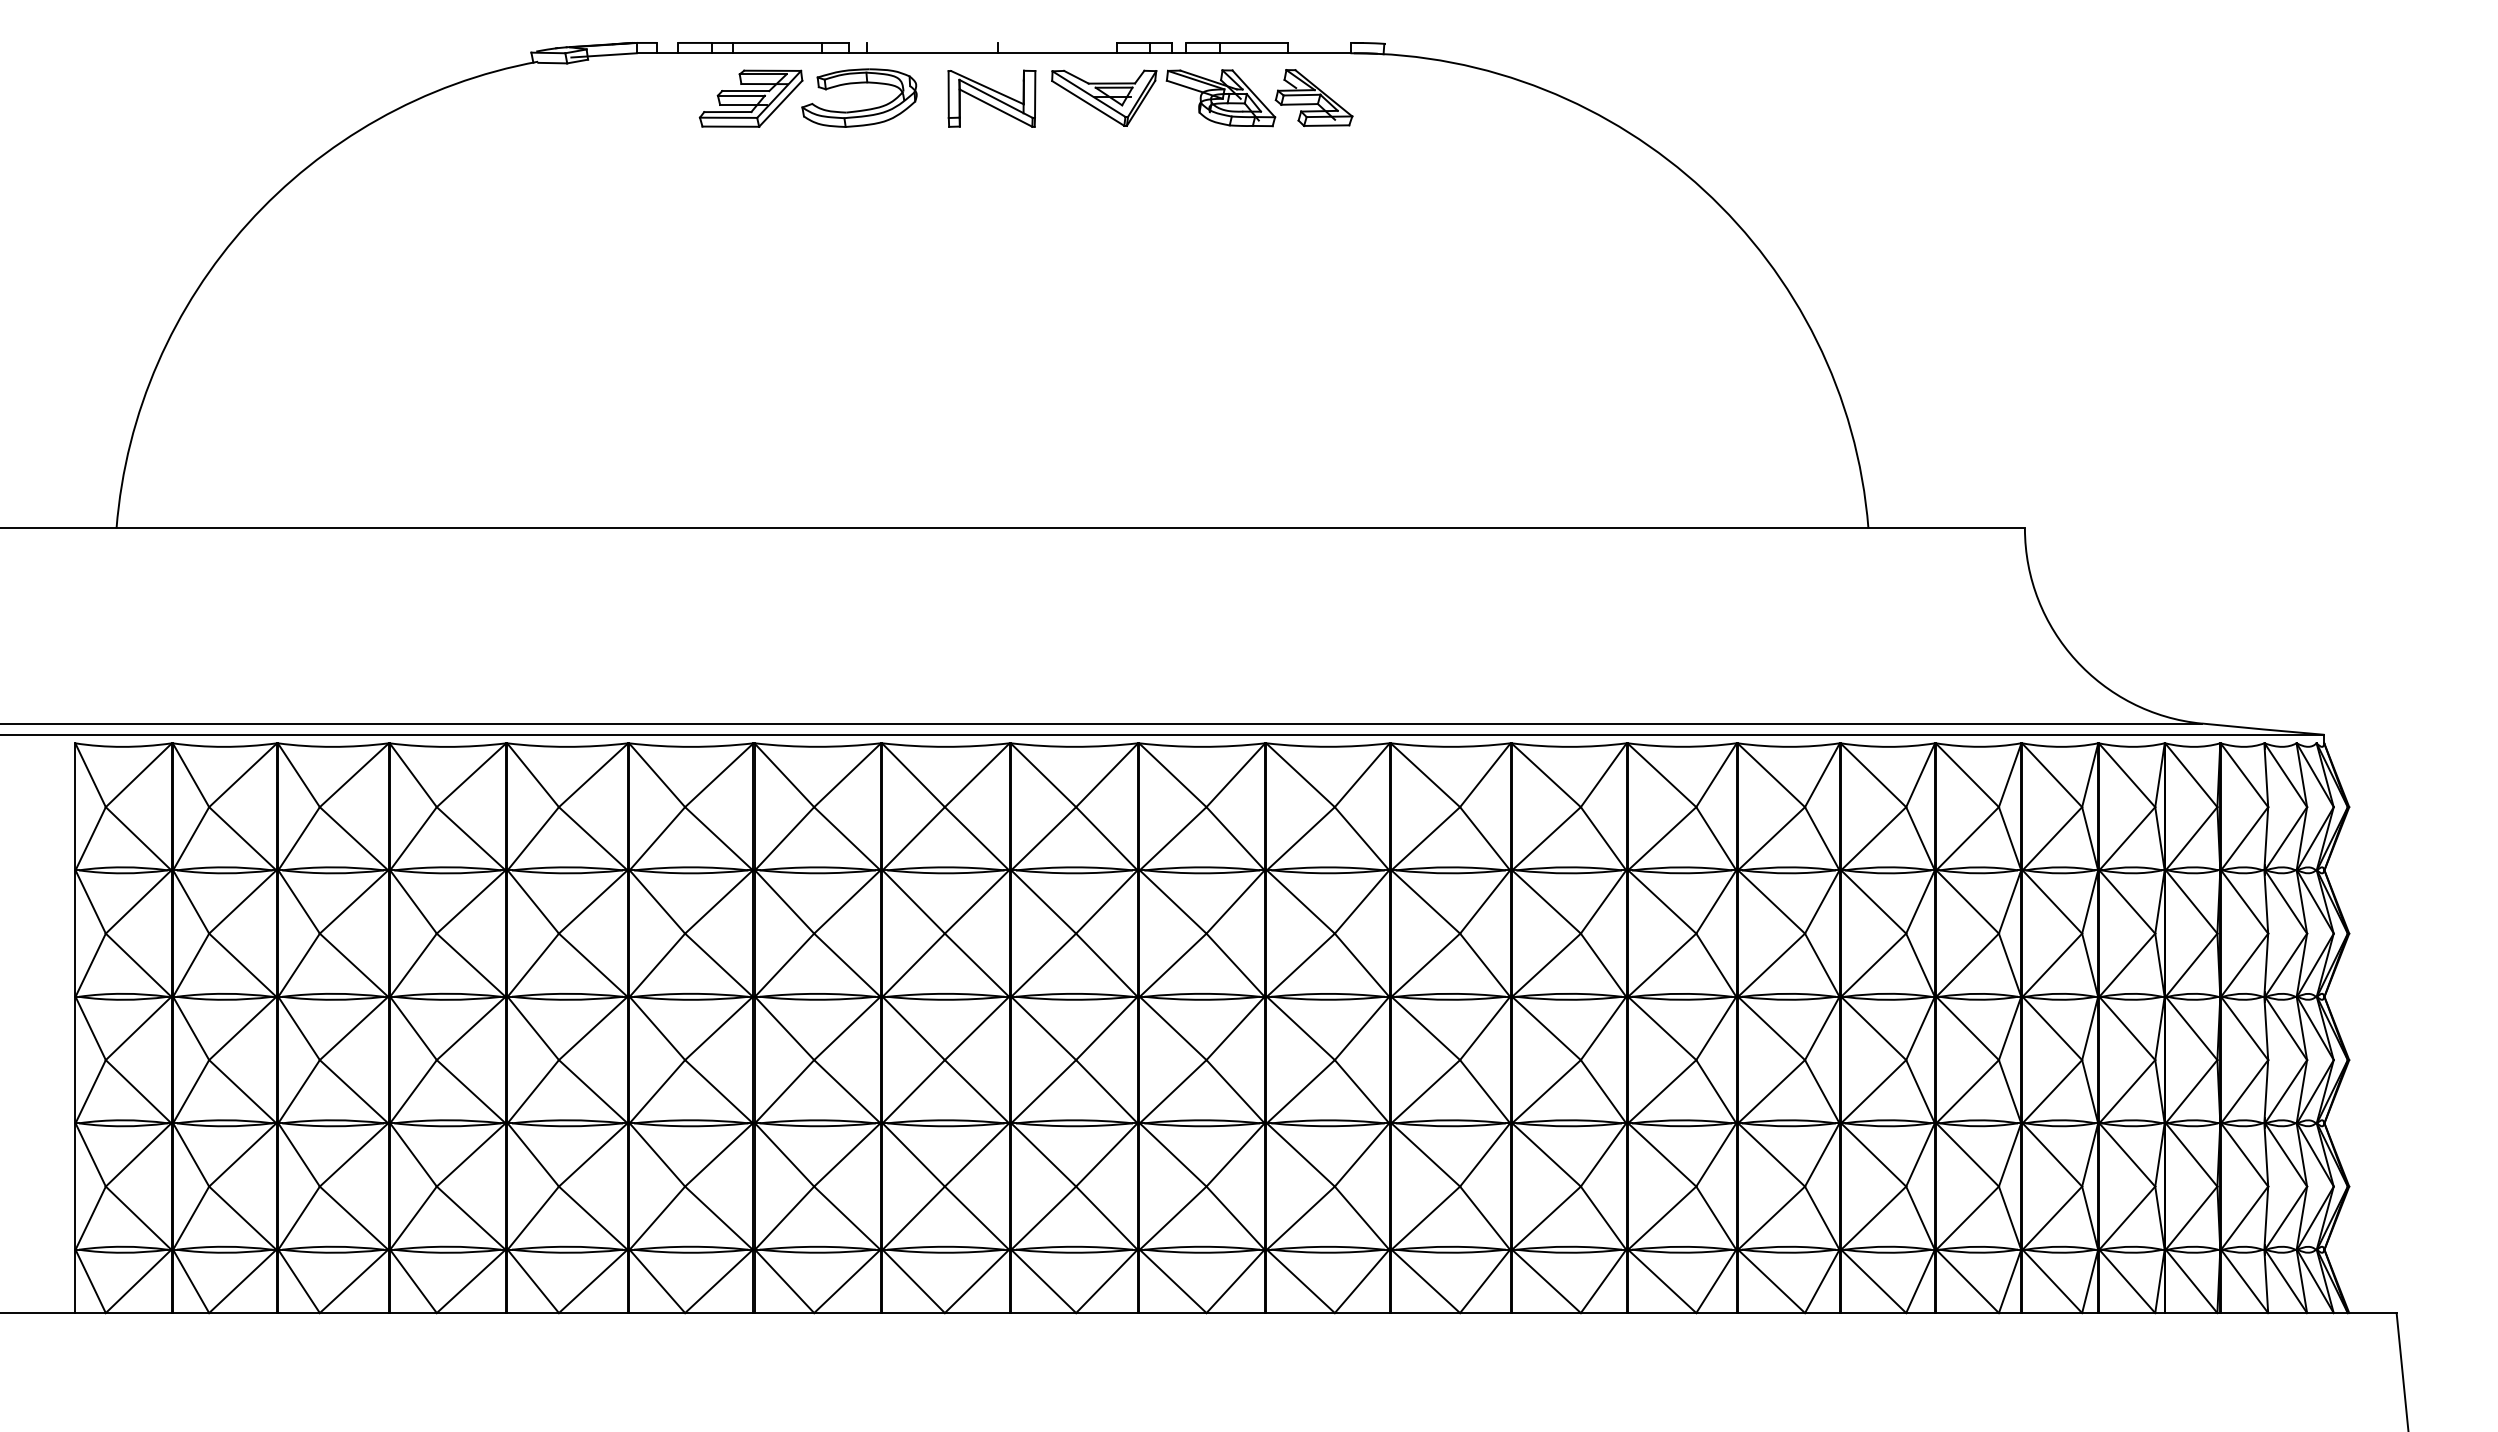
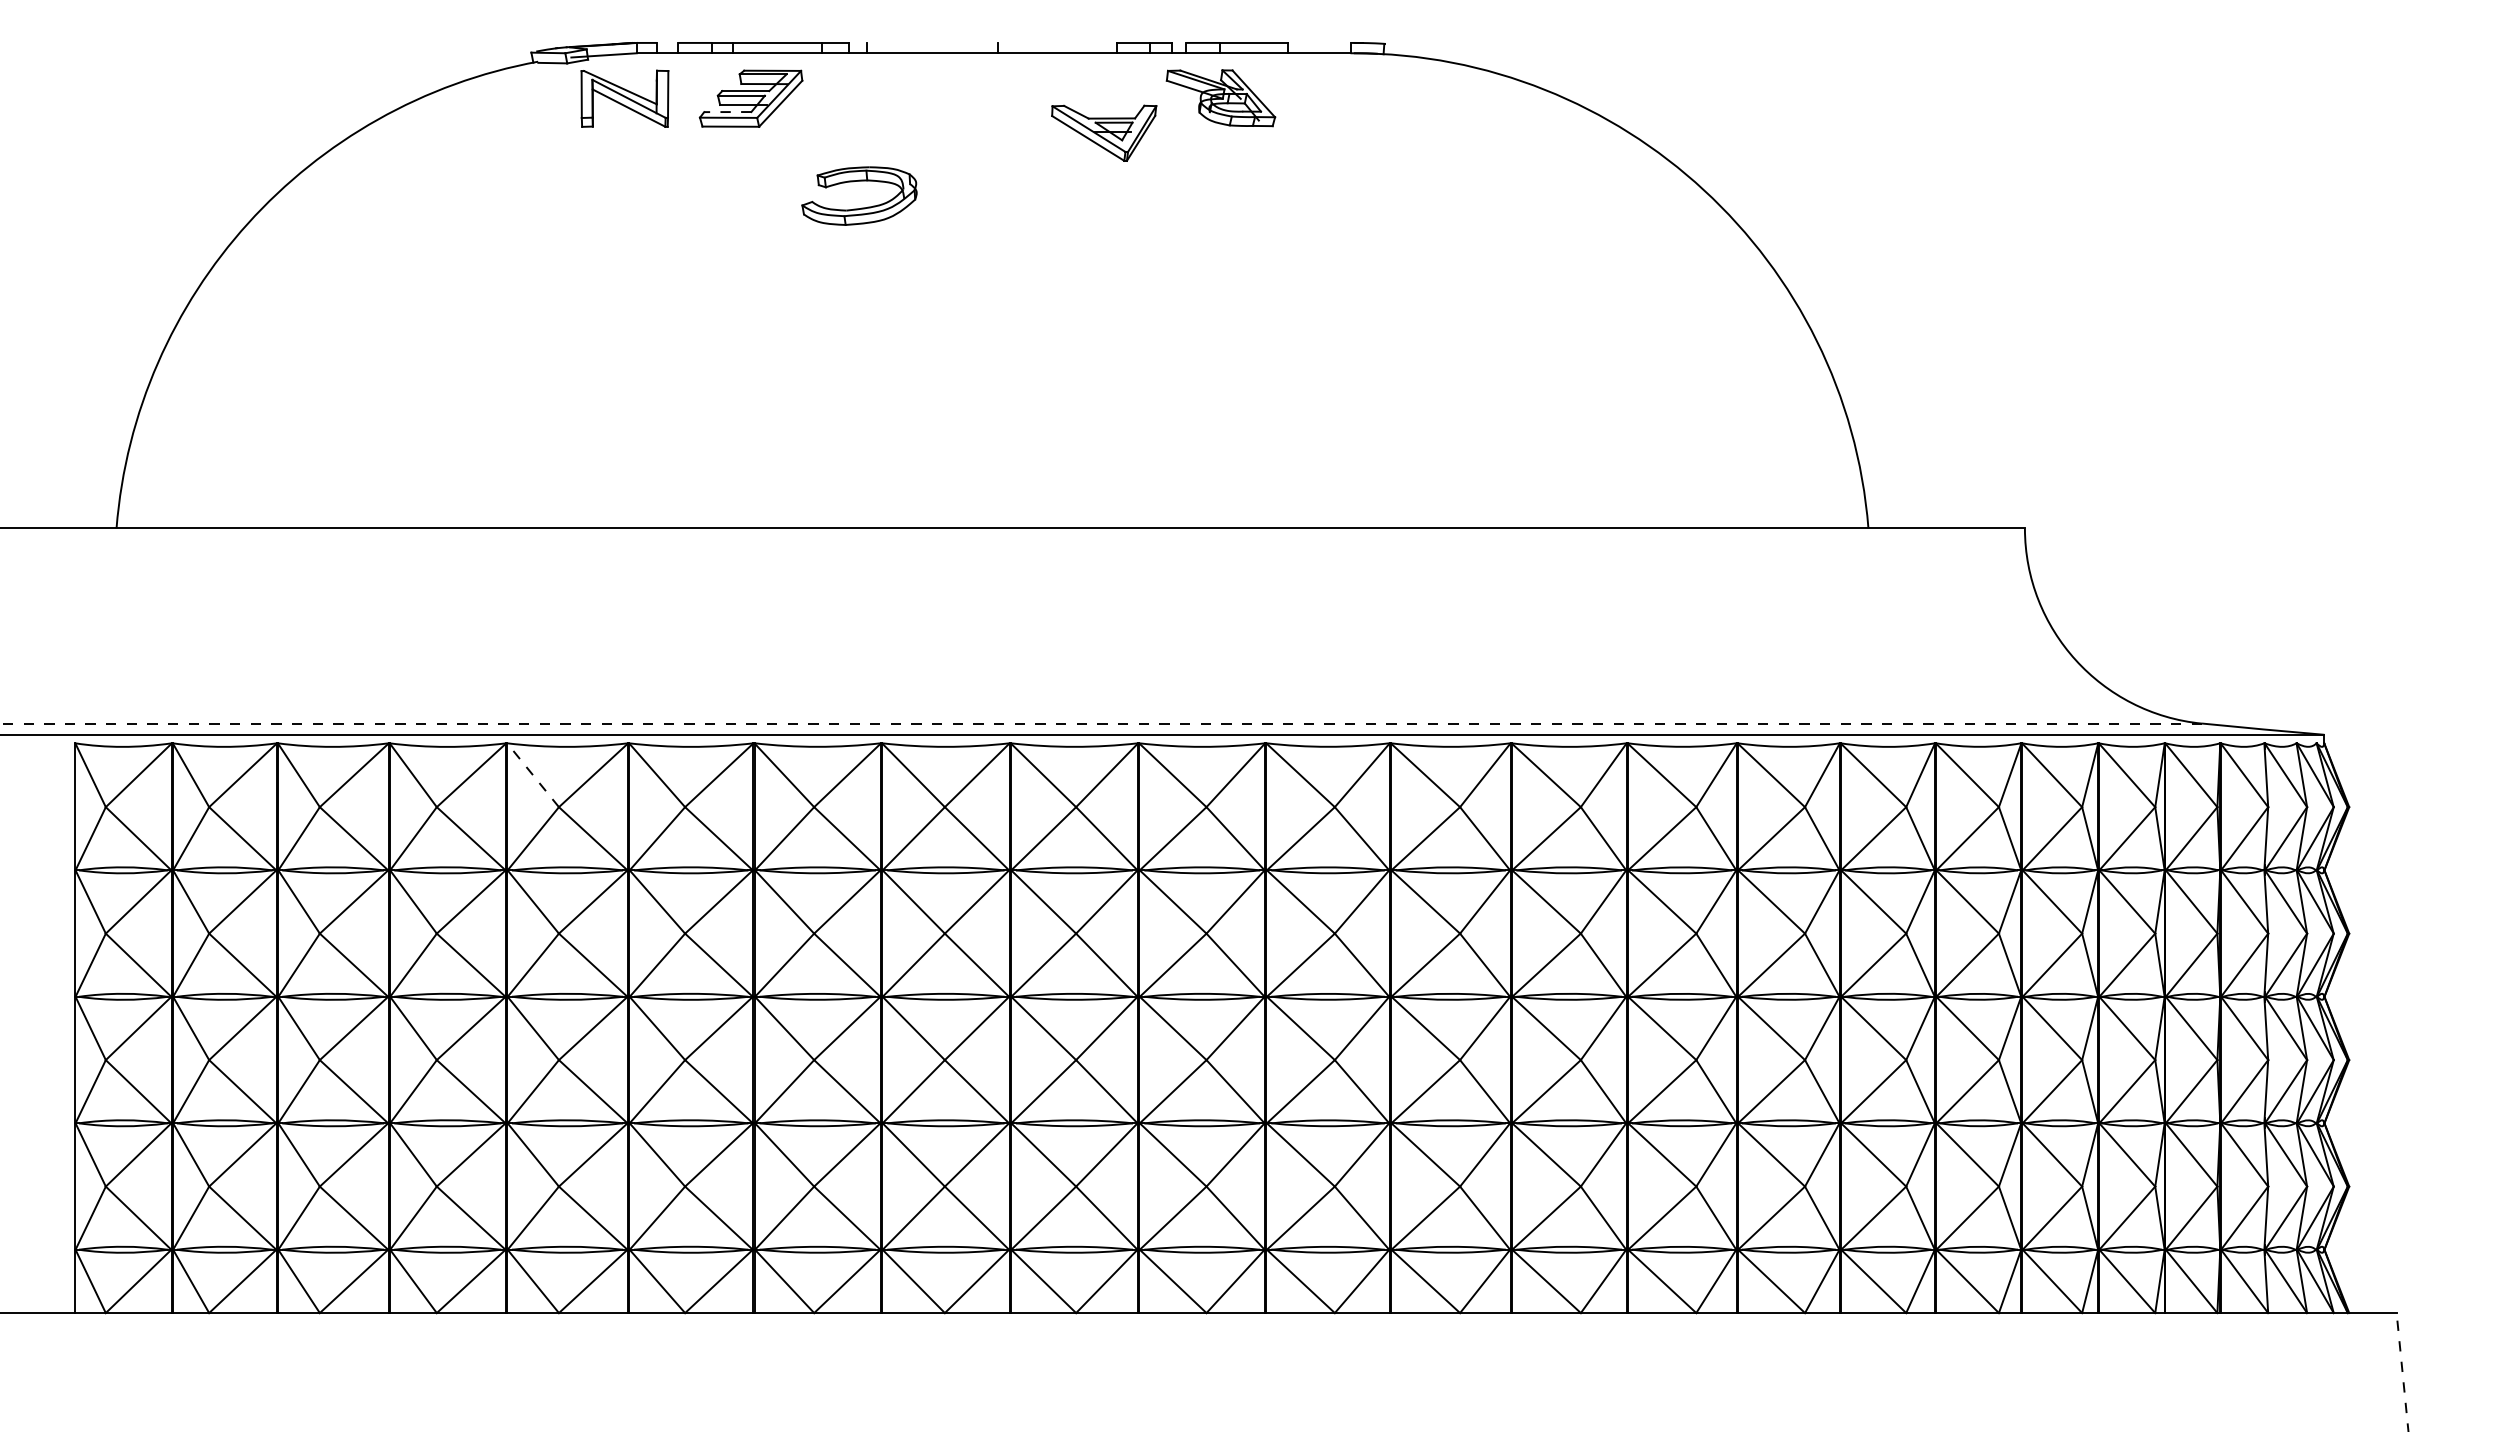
part at (1104, 97) position: (1104, 97) -> (1104, 132)
part at (1313, 97): present -> none
part at (991, 98) position: (991, 98) -> (624, 98)
part at (861, 109) position: (861, 109) -> (861, 207)
line at (727, 112): solid -> dashed
line at (1101, 723): solid -> dashed
line at (532, 774): solid -> dashed
line at (2402, 1371): solid -> dashed
